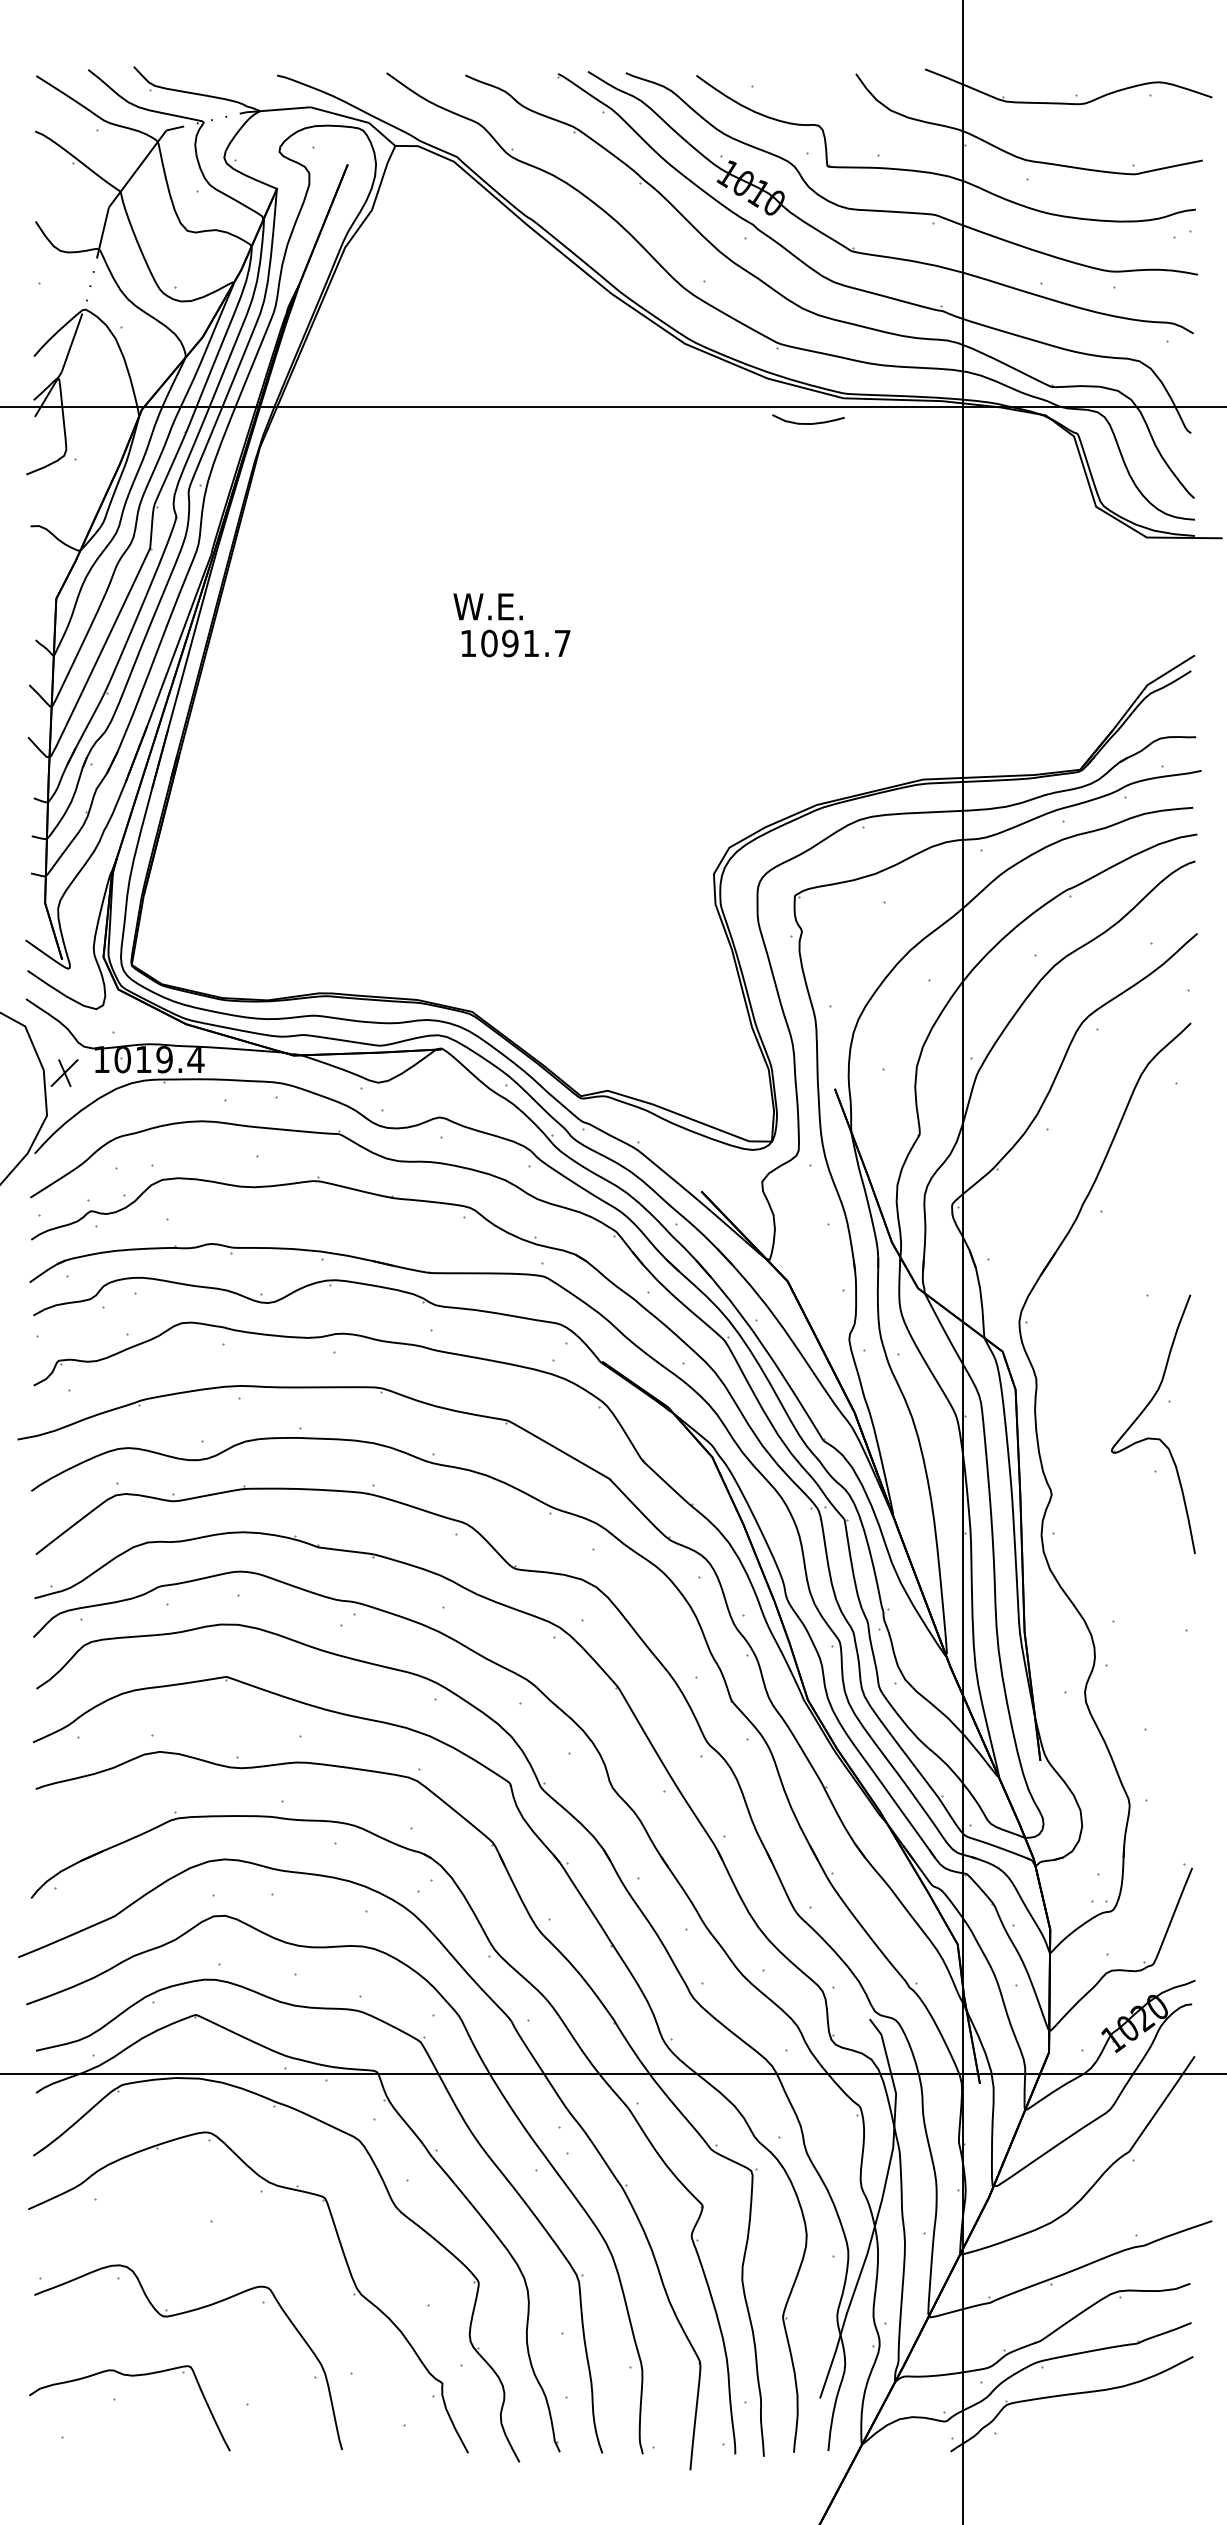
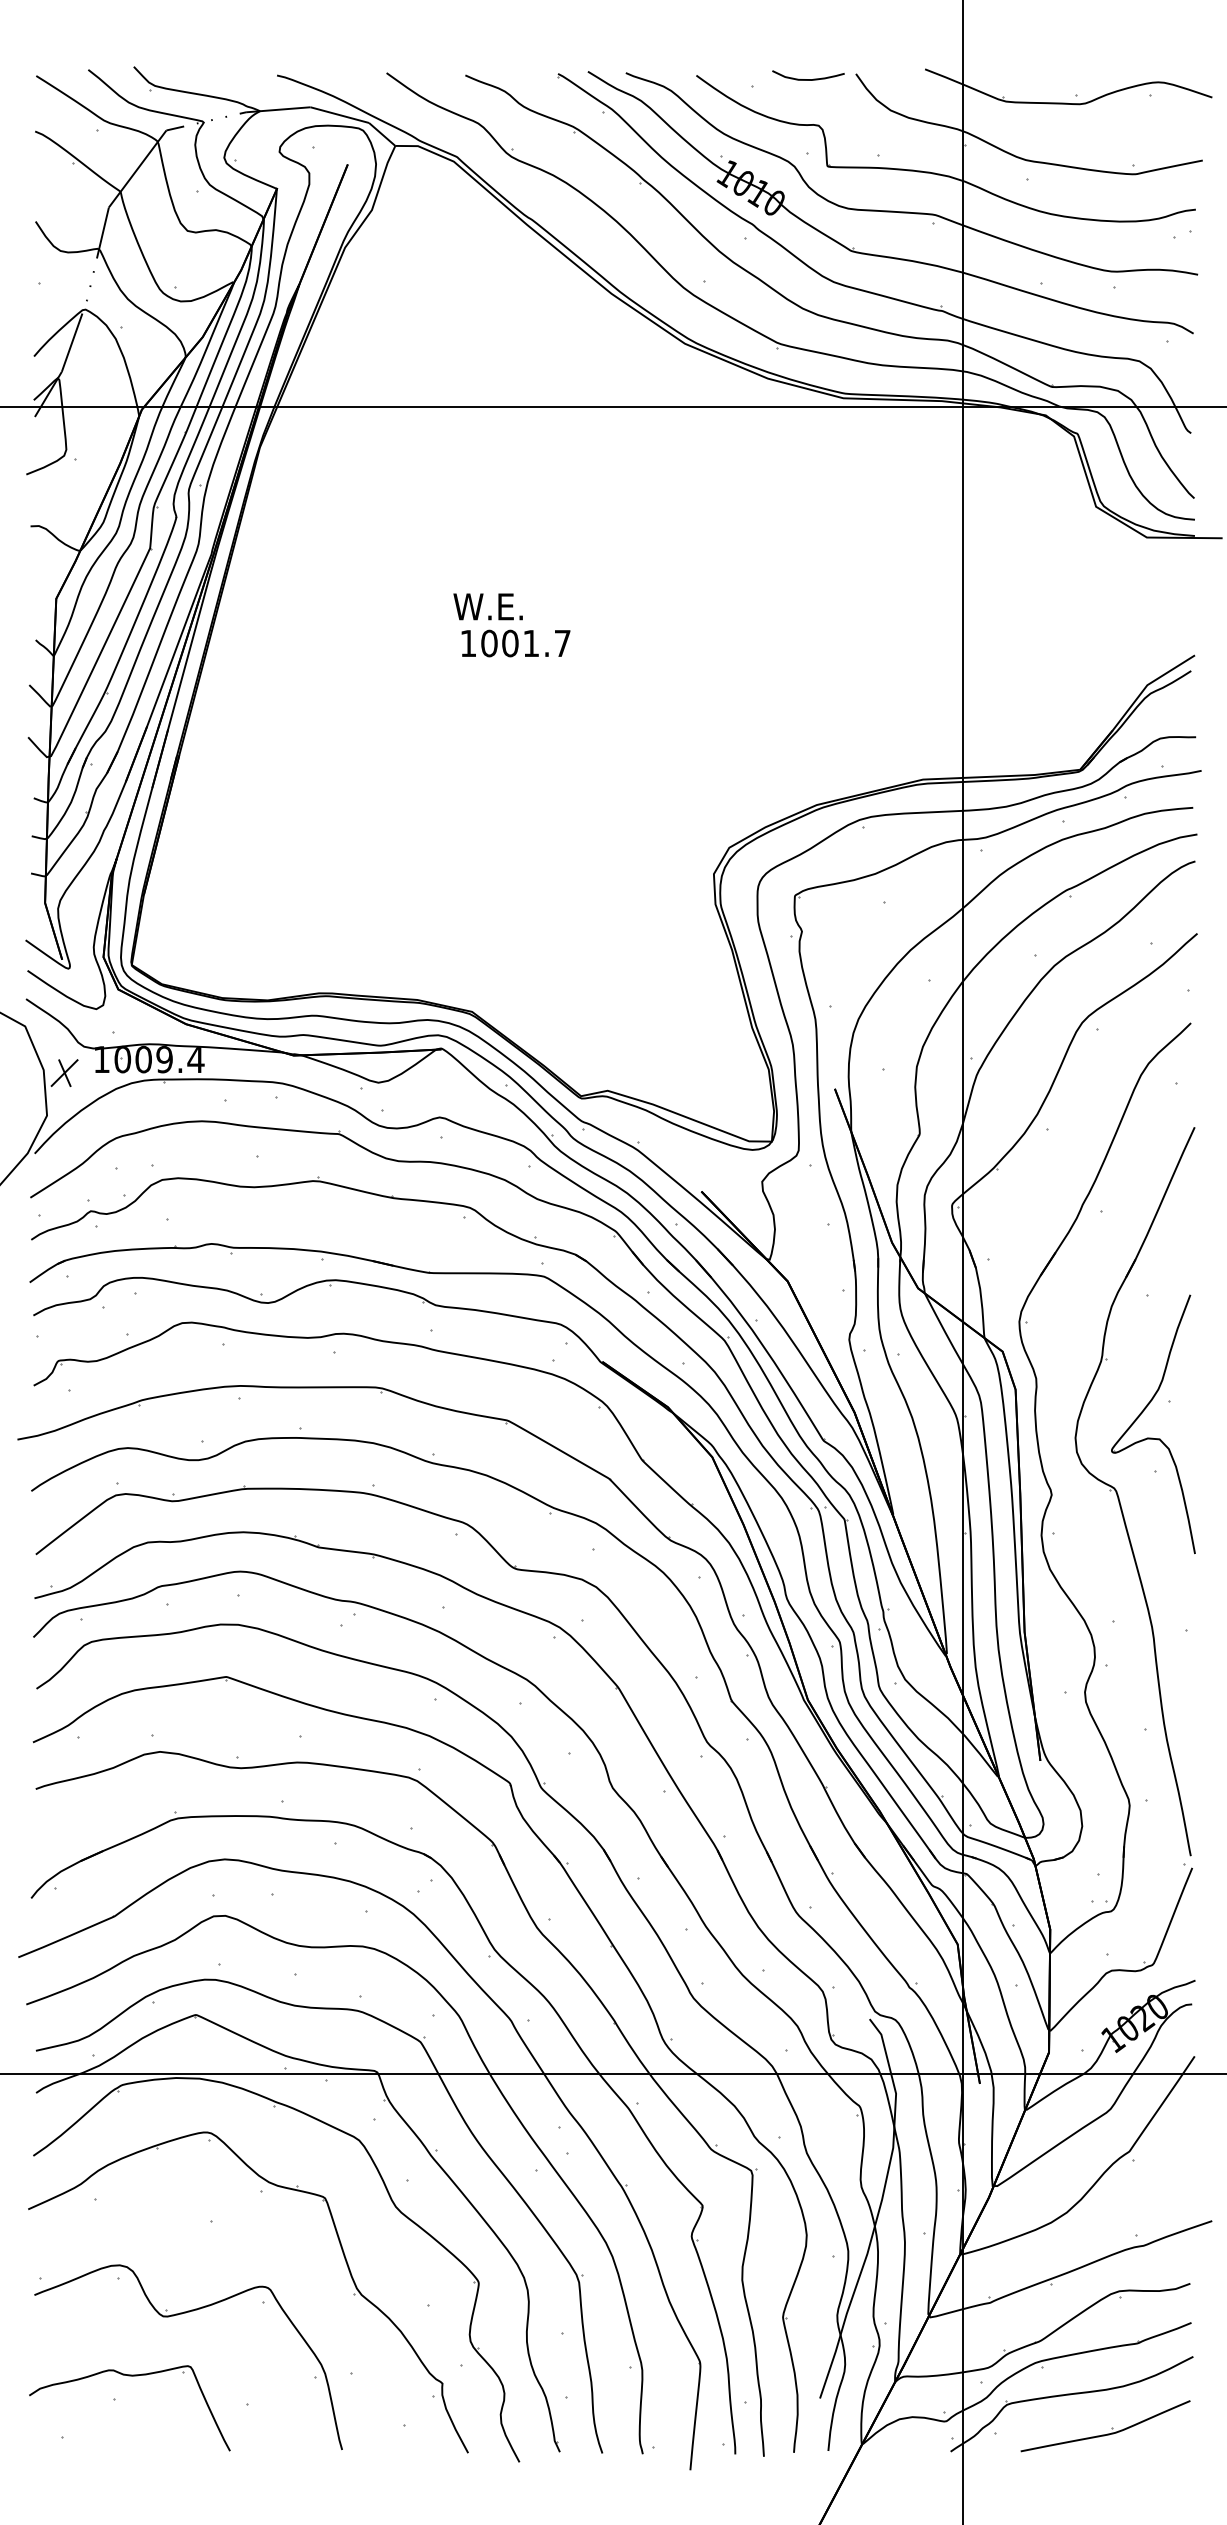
curve at (808, 423) position: (808, 423) -> (808, 79)
text at (510, 643): 1091.7 -> 1001.7
text at (143, 1059): 1019.4 -> 1009.4
part at (1119, 1497): none -> present
part at (1111, 2428): none -> present
